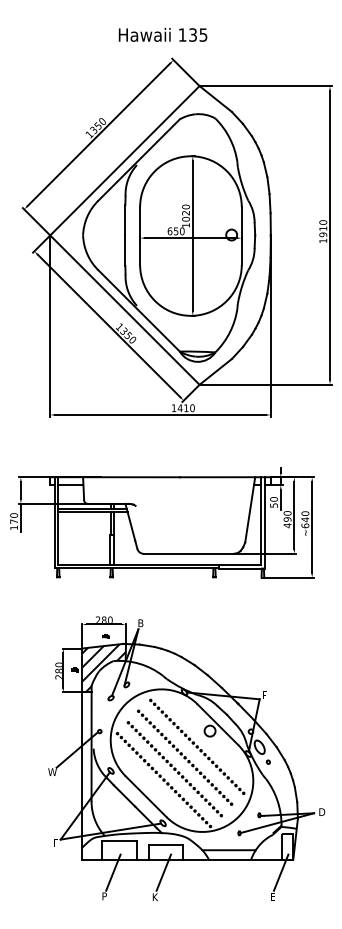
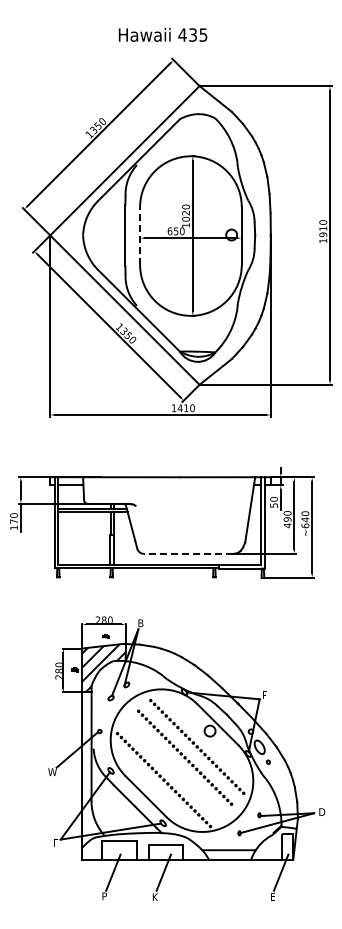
text at (182, 34): 135 -> 435
line at (140, 236): solid -> dashed
line at (188, 553): solid -> dashed
part at (174, 769): present -> none
